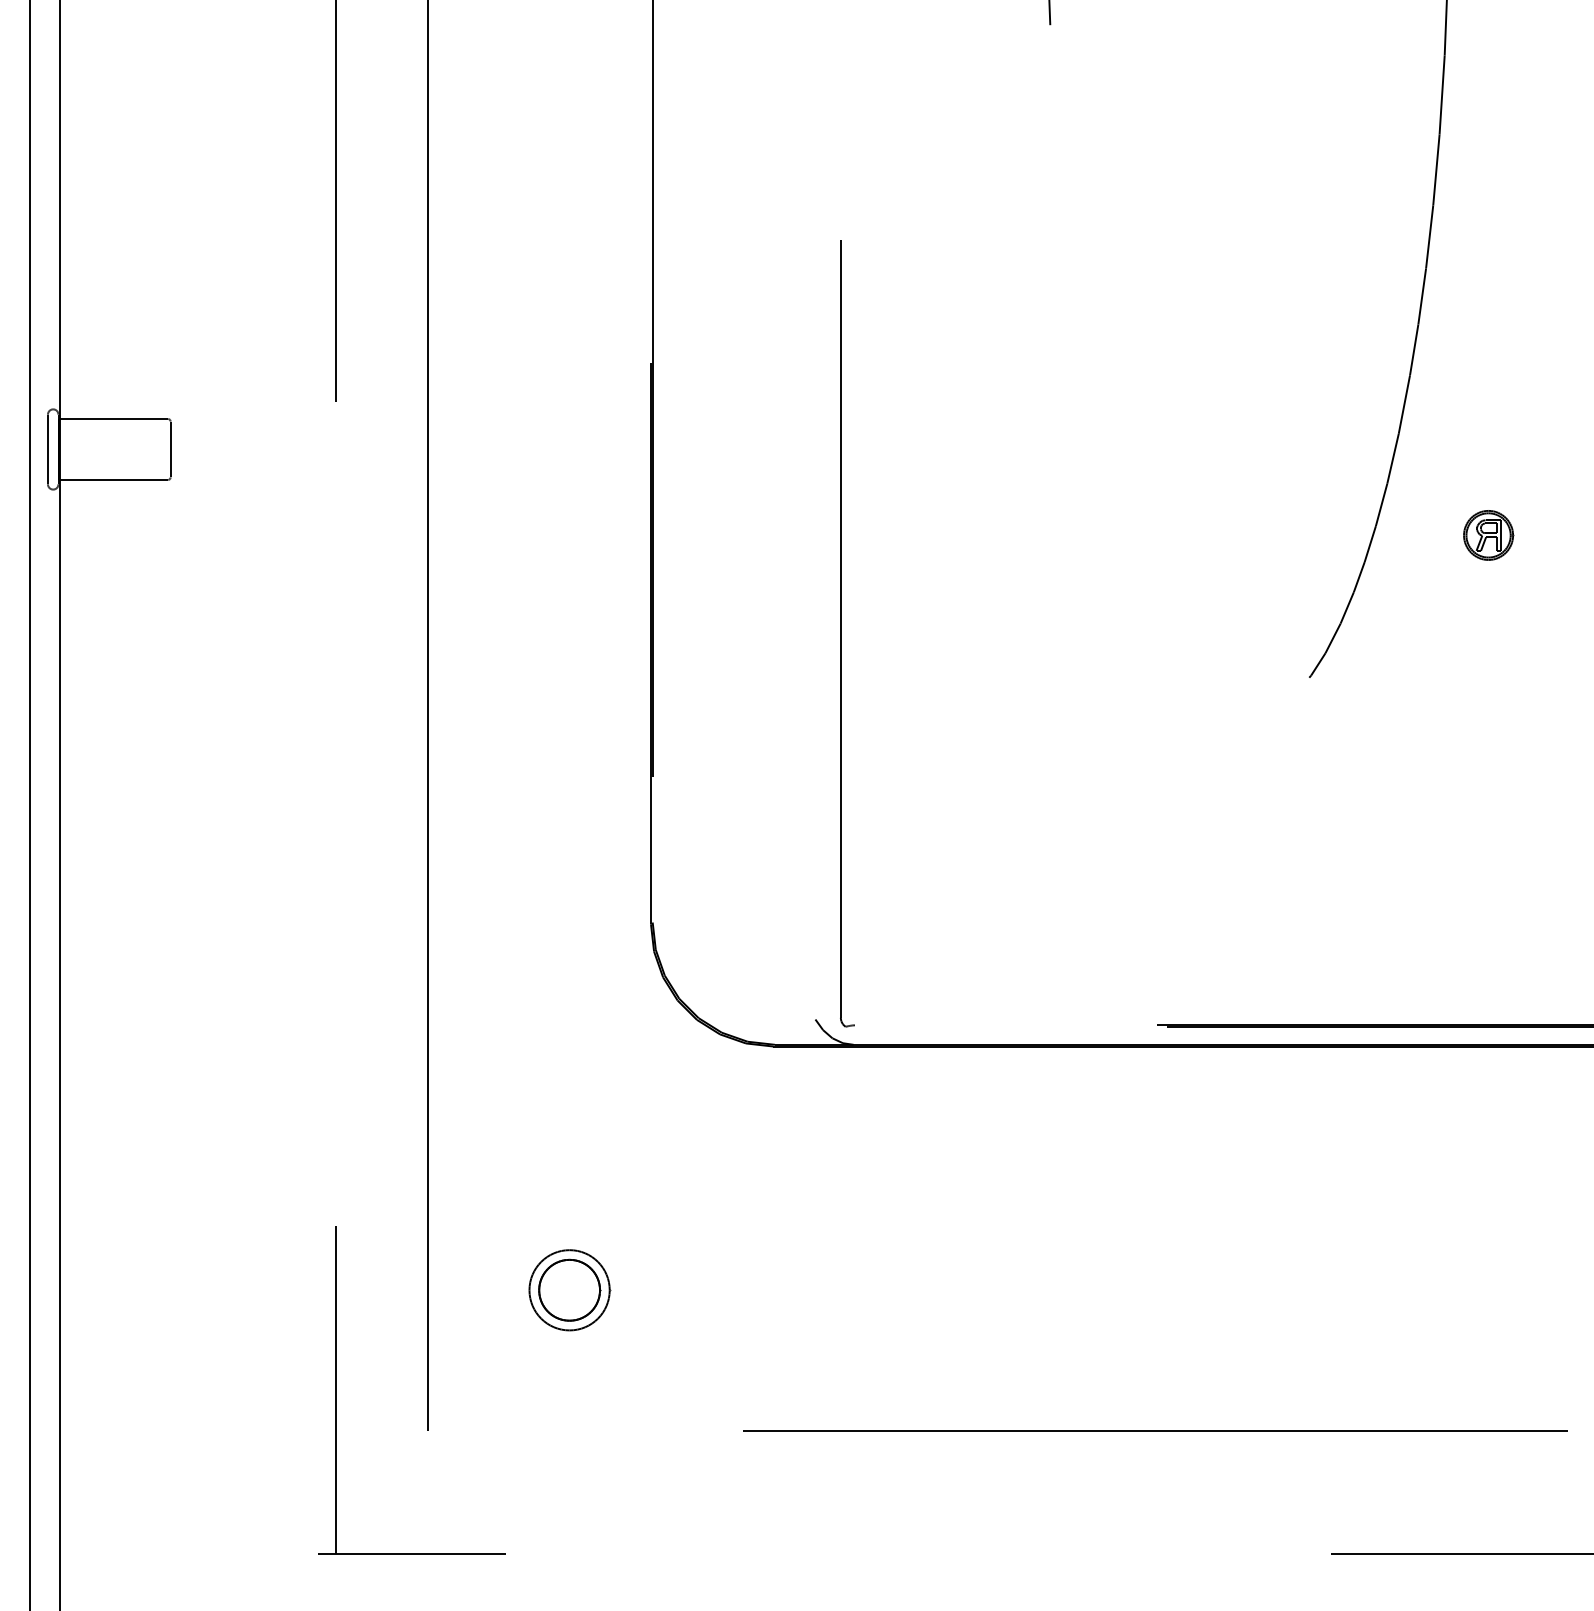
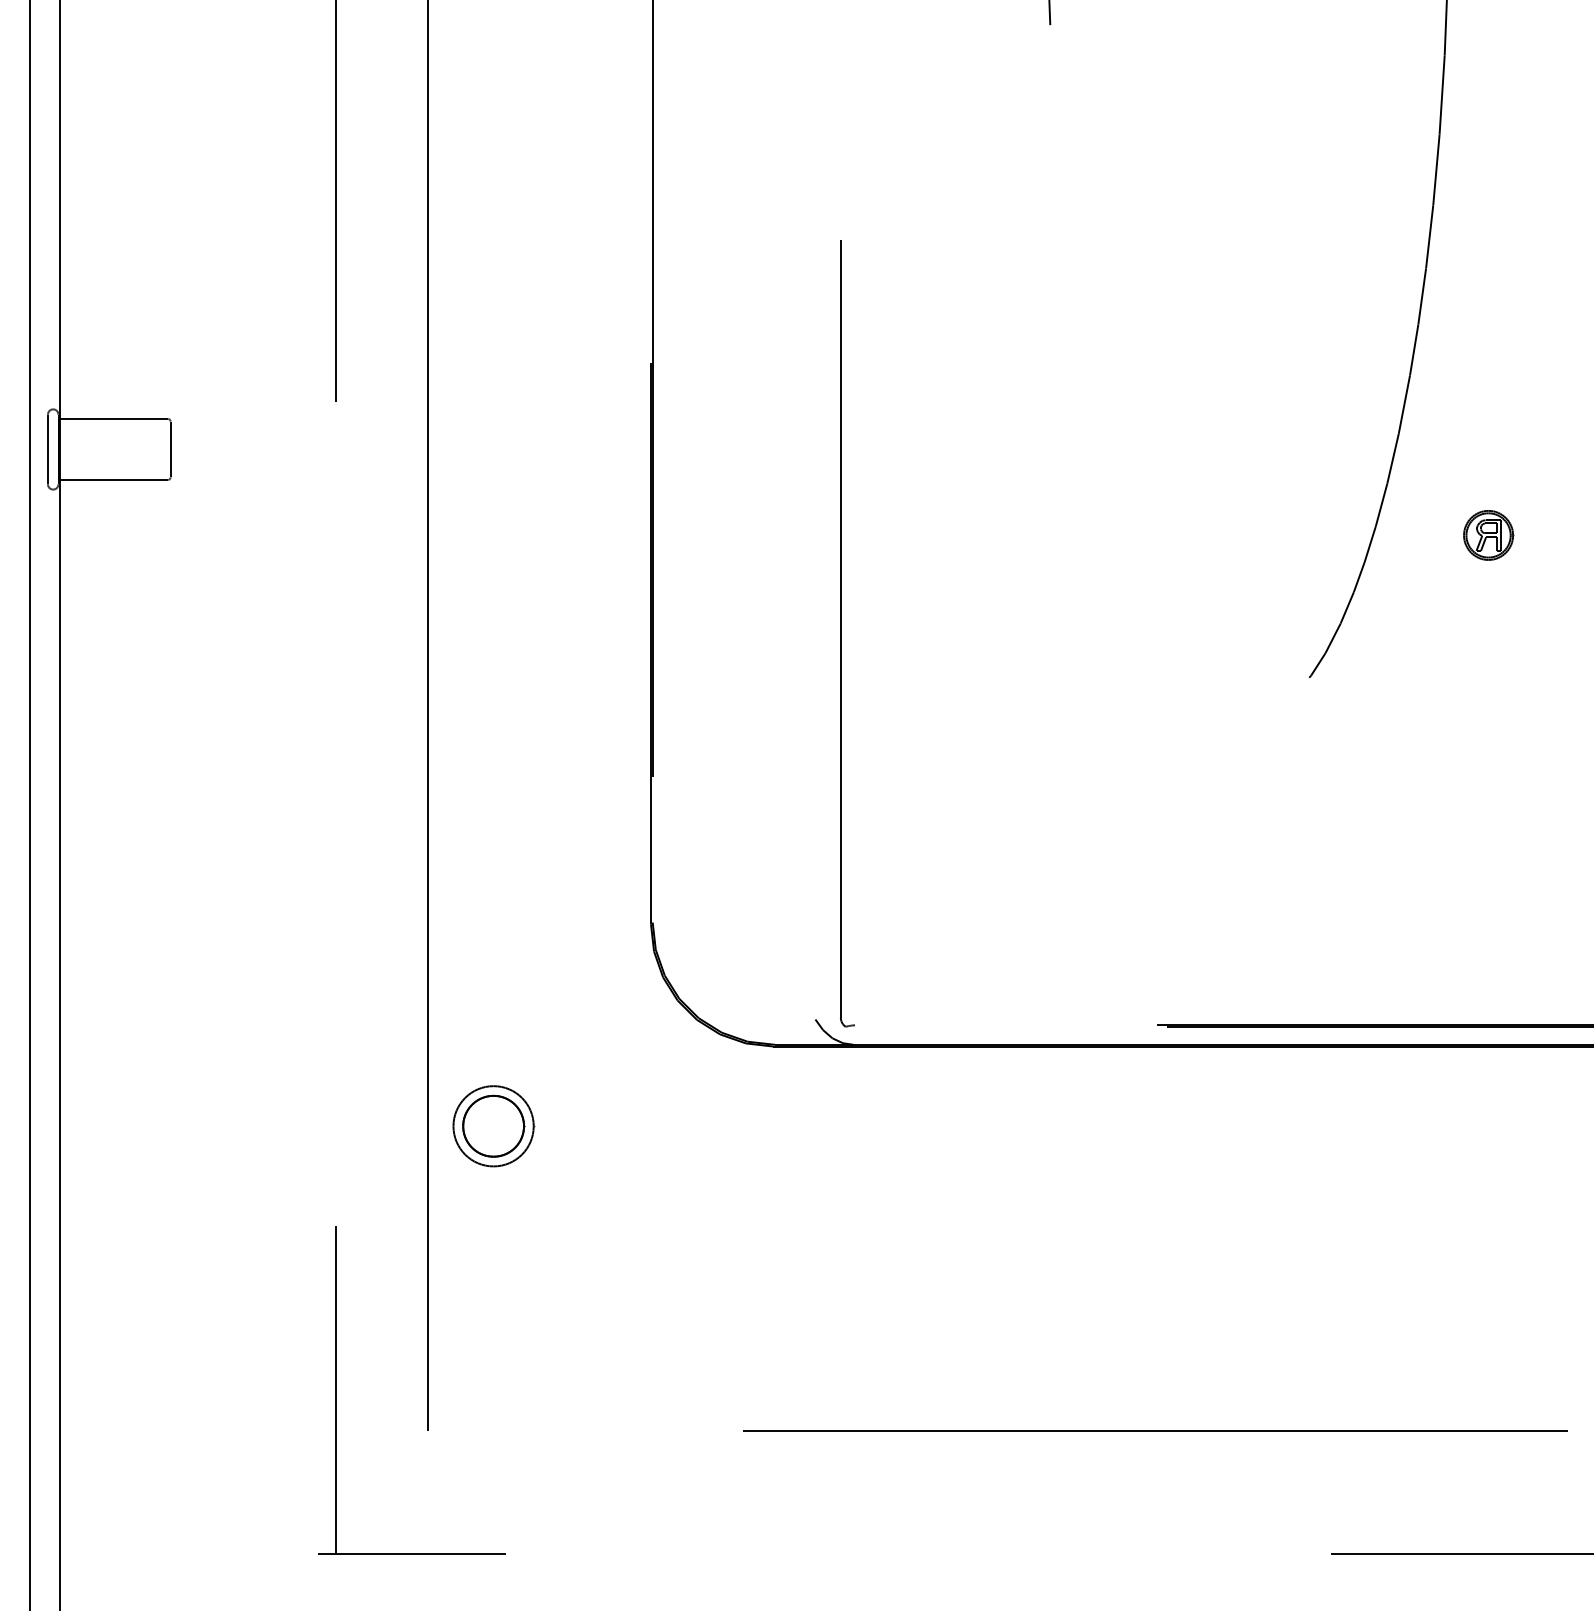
part at (569, 1290) position: (569, 1290) -> (493, 1126)
